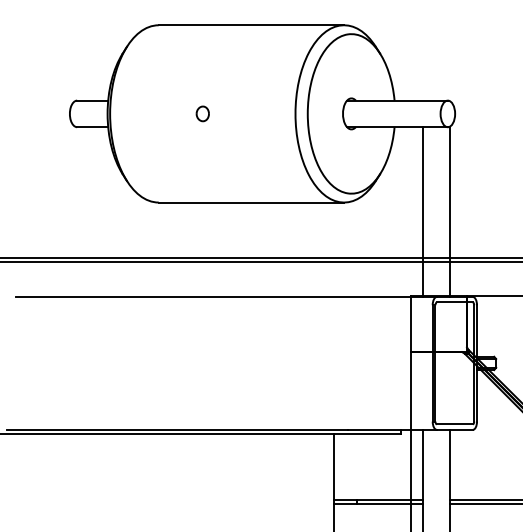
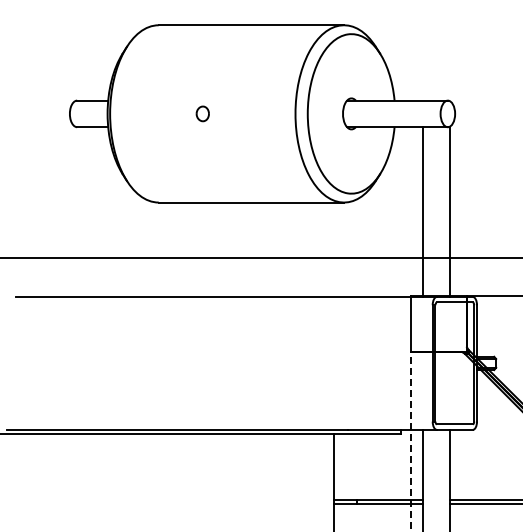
line at (260, 262): present -> none
line at (411, 441): solid -> dashed
